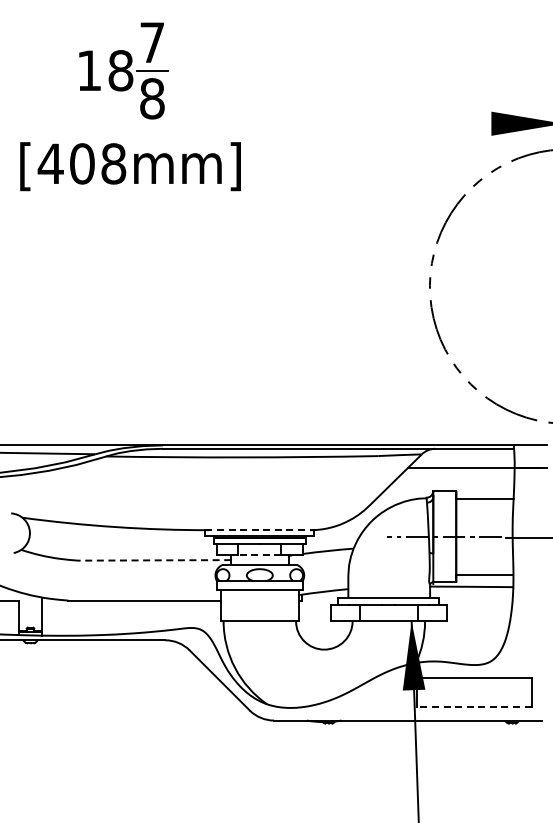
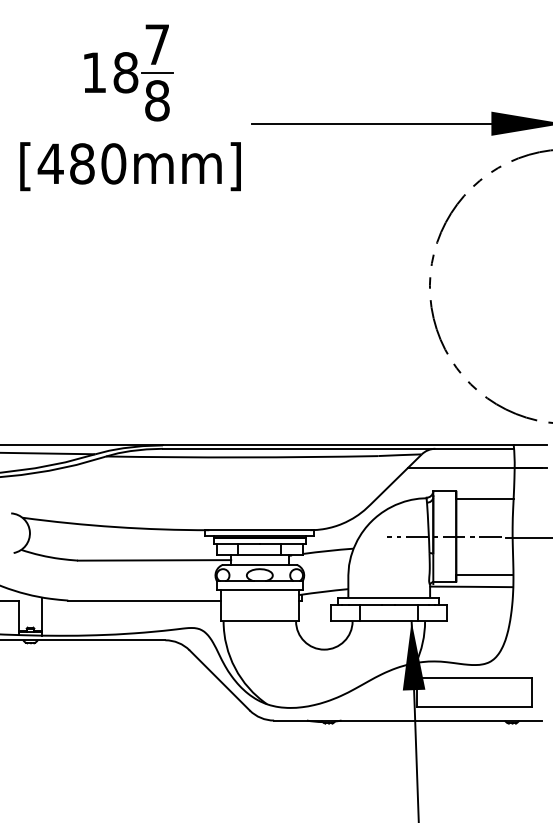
part at (123, 70) position: (123, 70) -> (128, 72)
line at (373, 123): none -> present
text at (98, 163): [408mm] -> [480mm]
line at (260, 530): dashed -> solid
line at (259, 555): dashed -> solid
line at (154, 560): dashed -> solid
line at (473, 706): dashed -> solid
